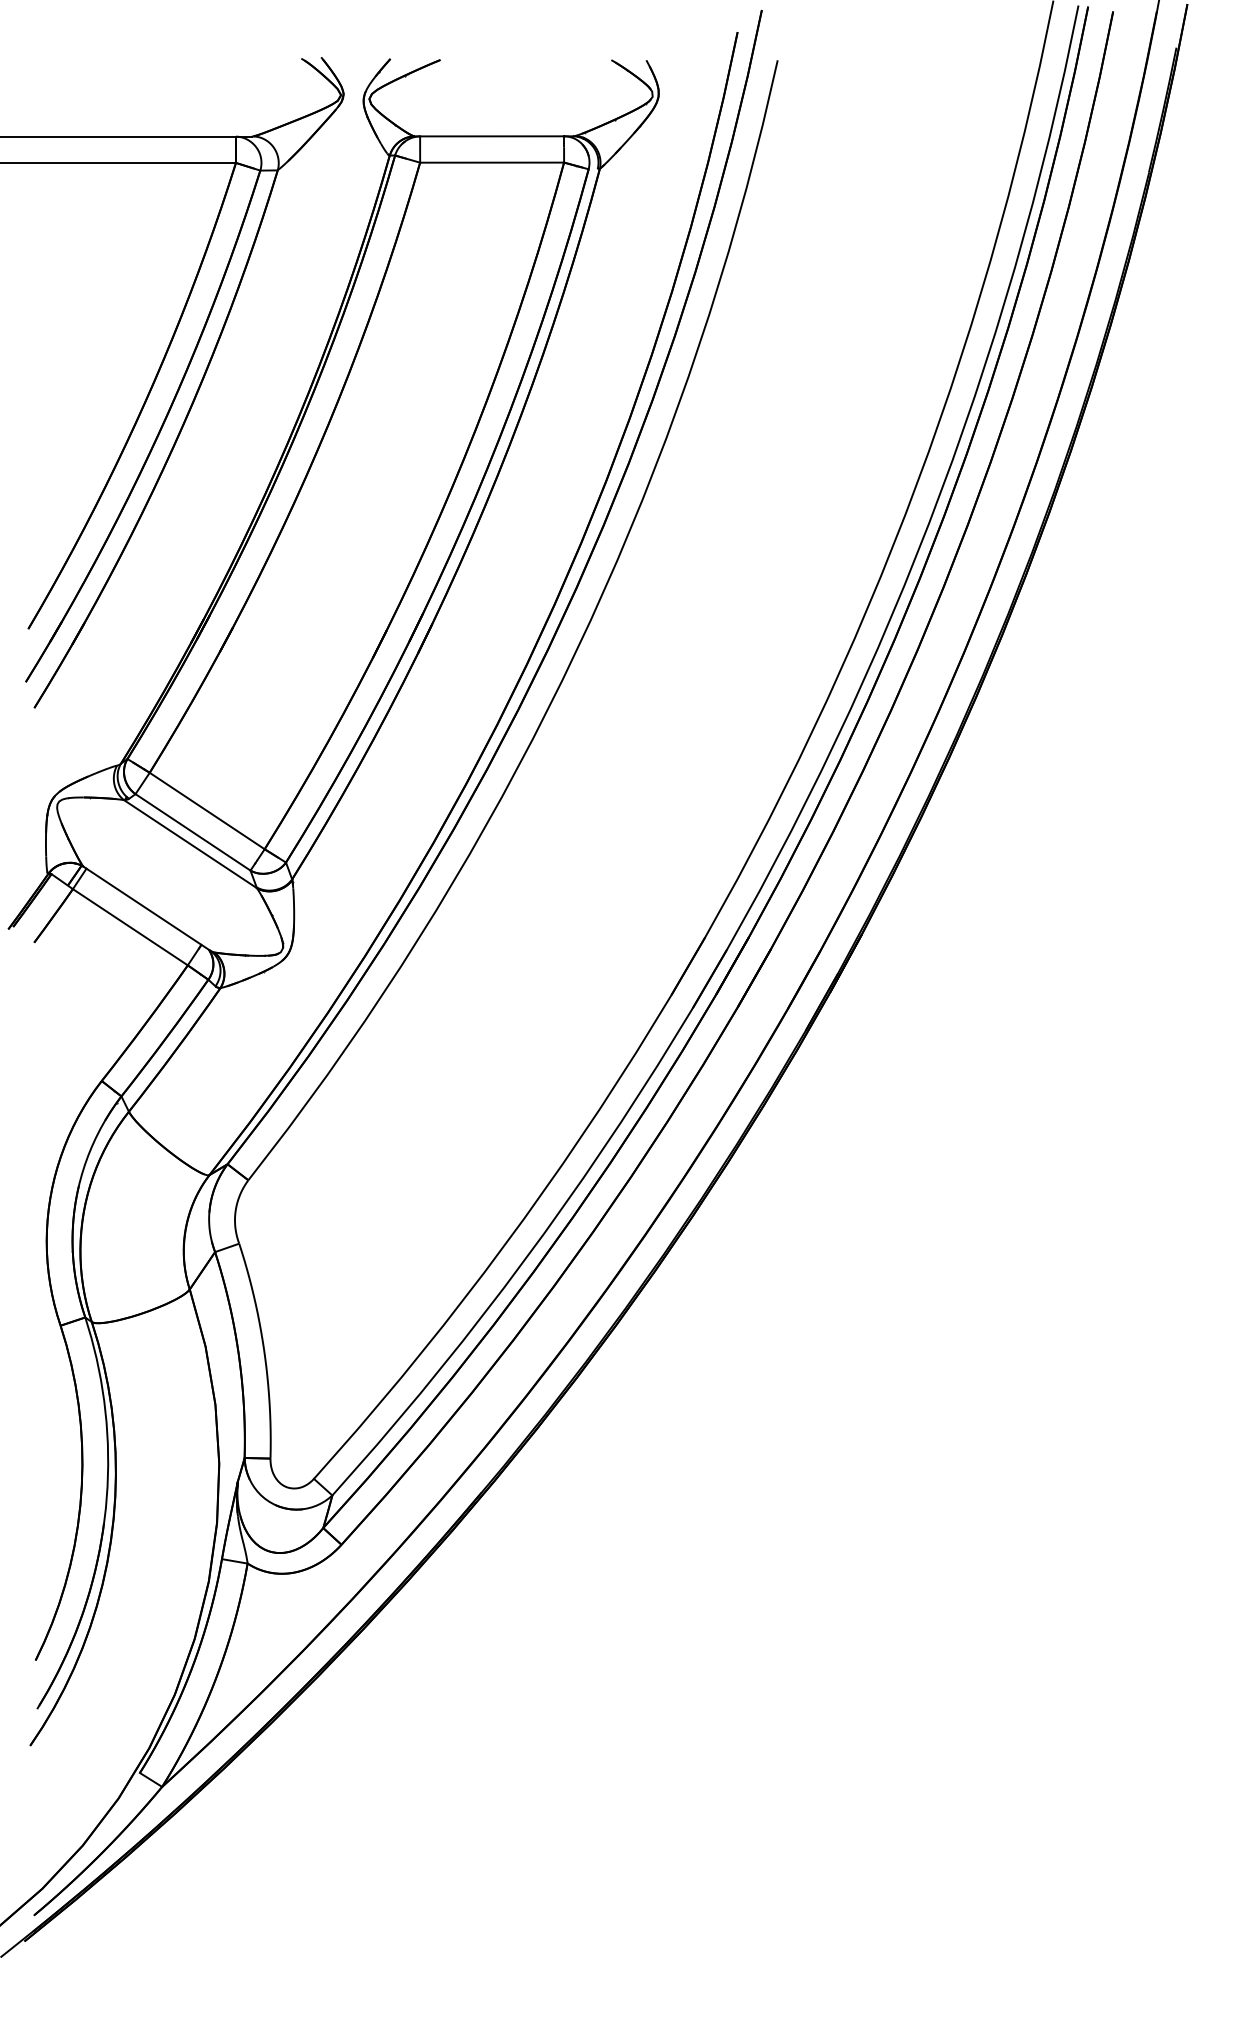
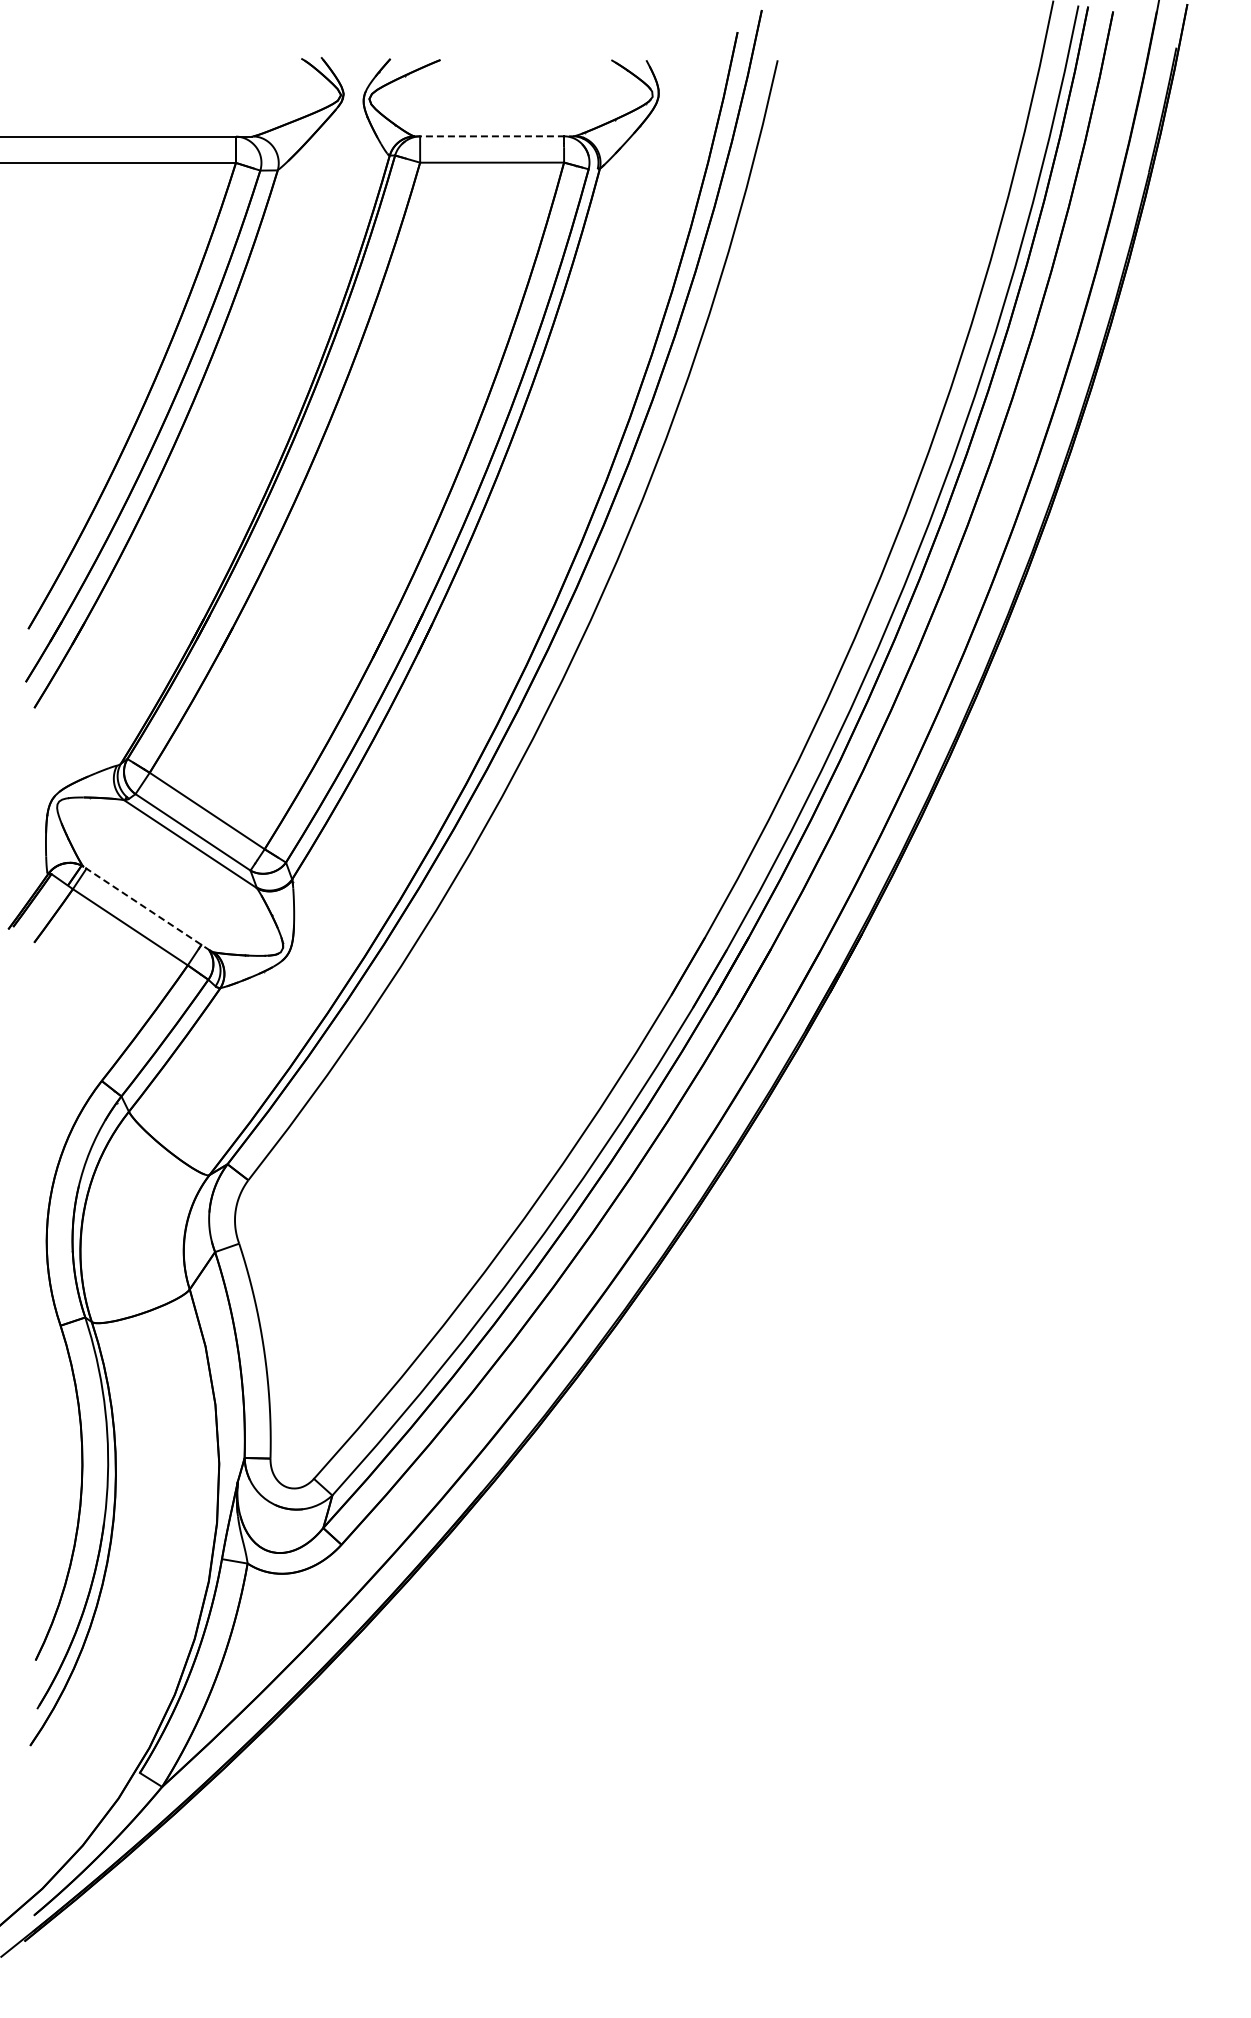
line at (494, 136): solid -> dashed
line at (147, 908): solid -> dashed
